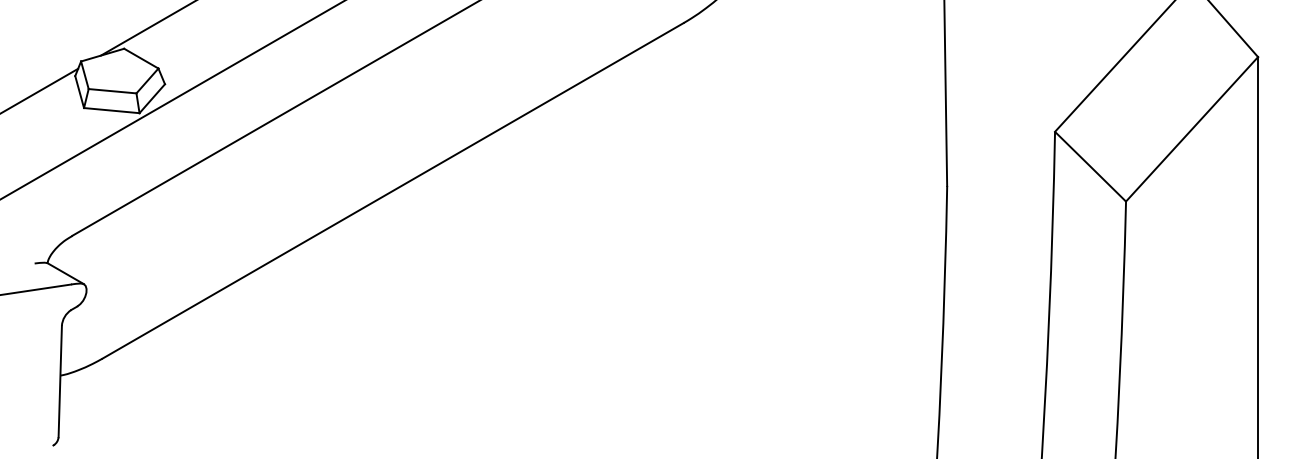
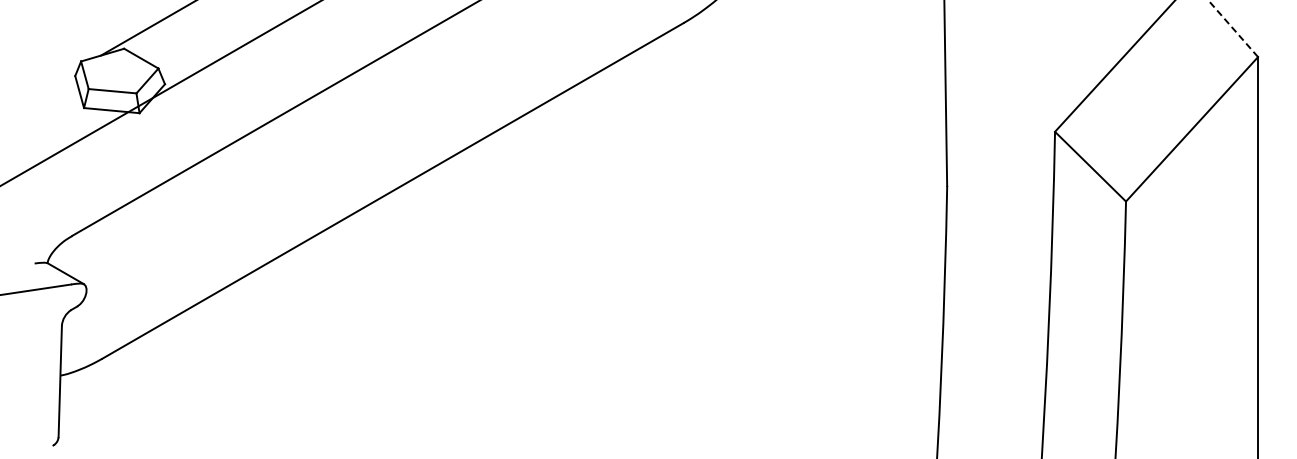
line at (1233, 28): solid -> dashed
line at (40, 90): present -> none
line at (172, 100) position: (172, 100) -> (160, 93)
